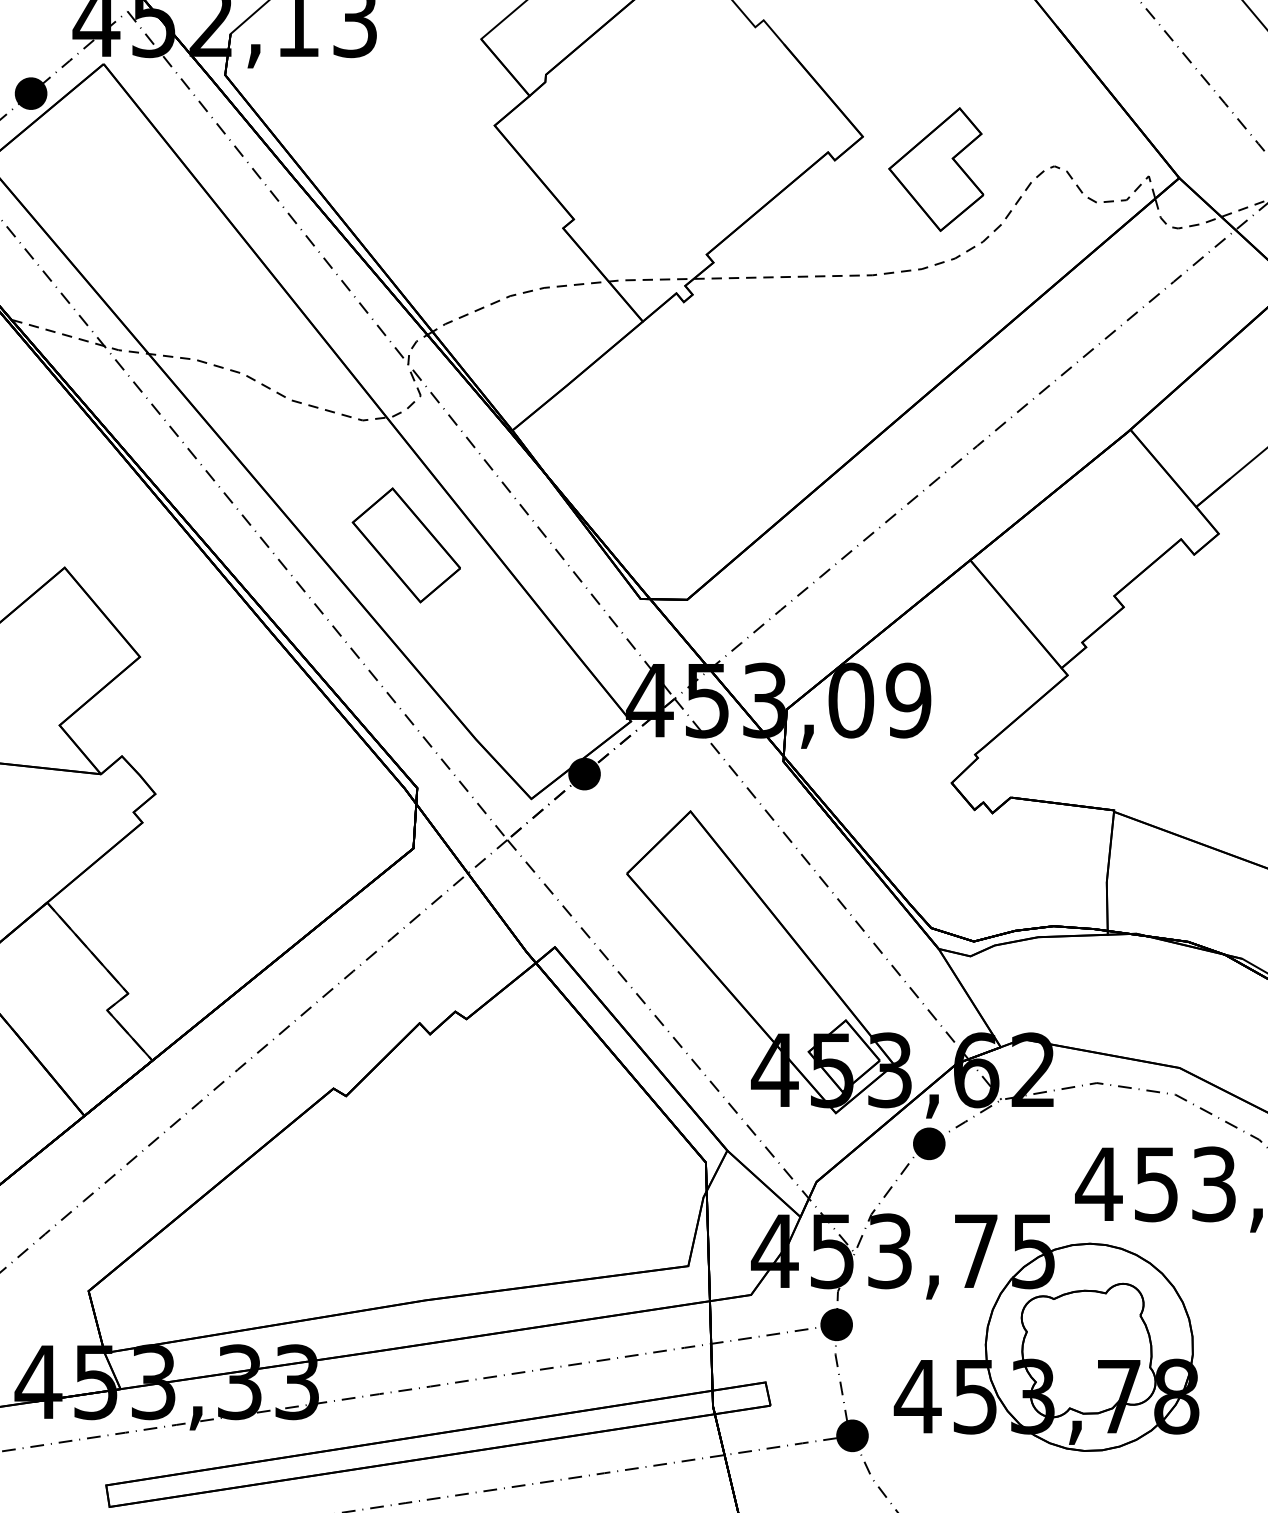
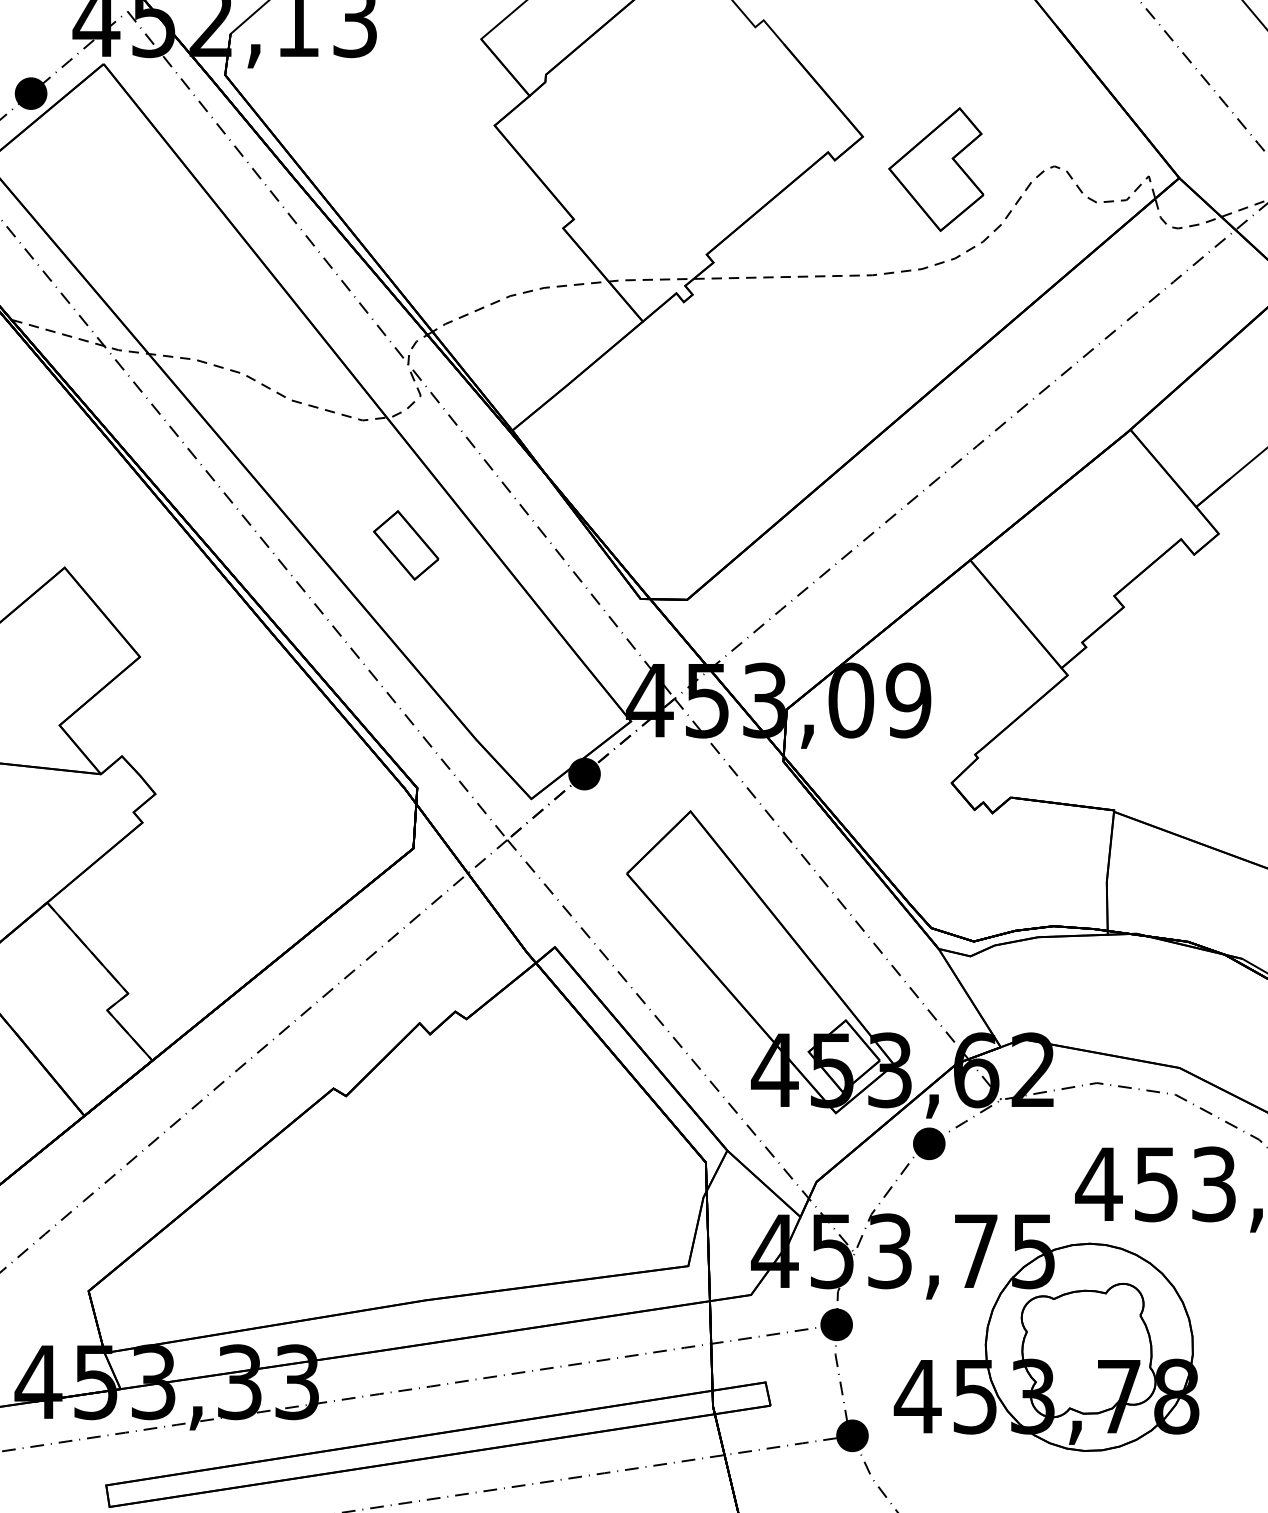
part at (405, 545) size: 110x117 px -> 67x71 px
